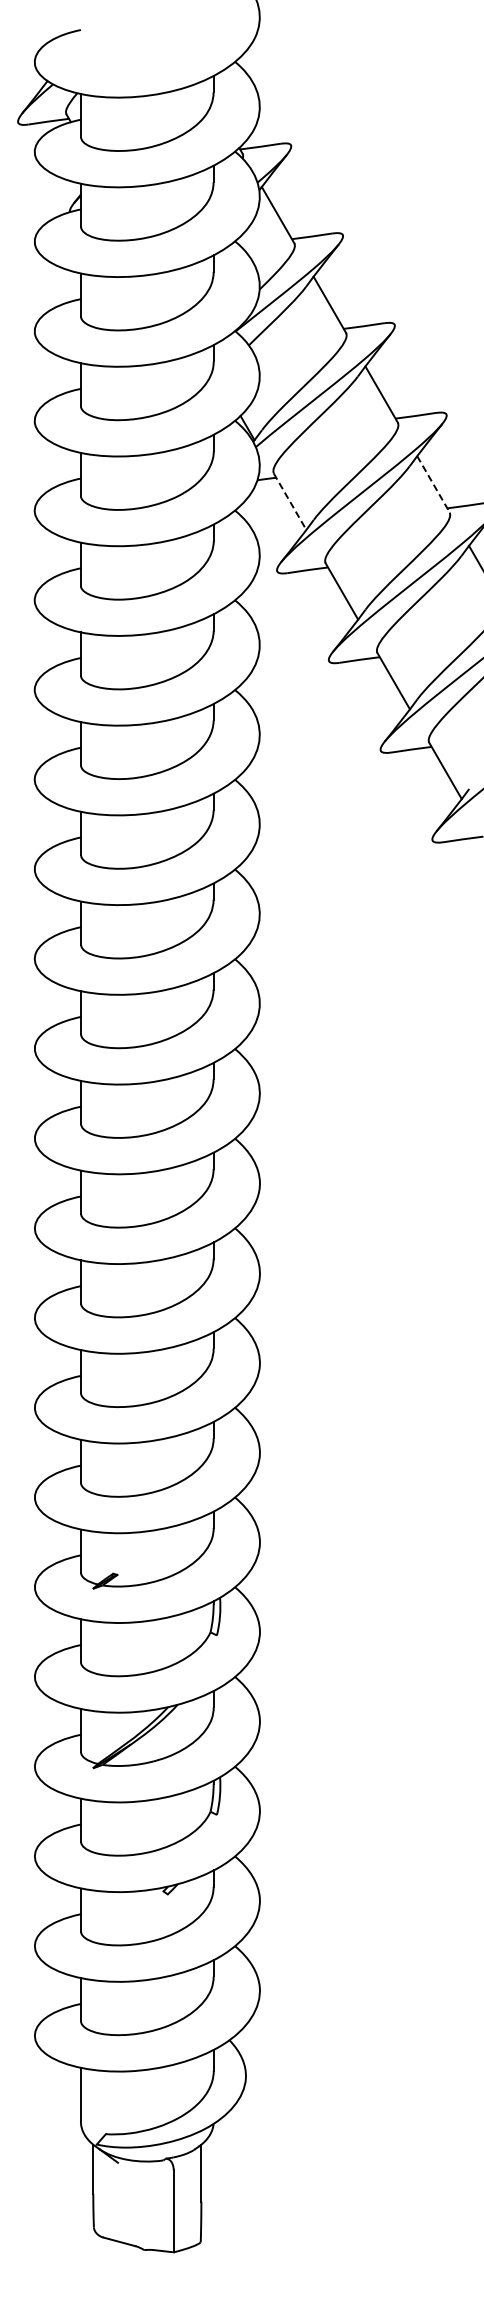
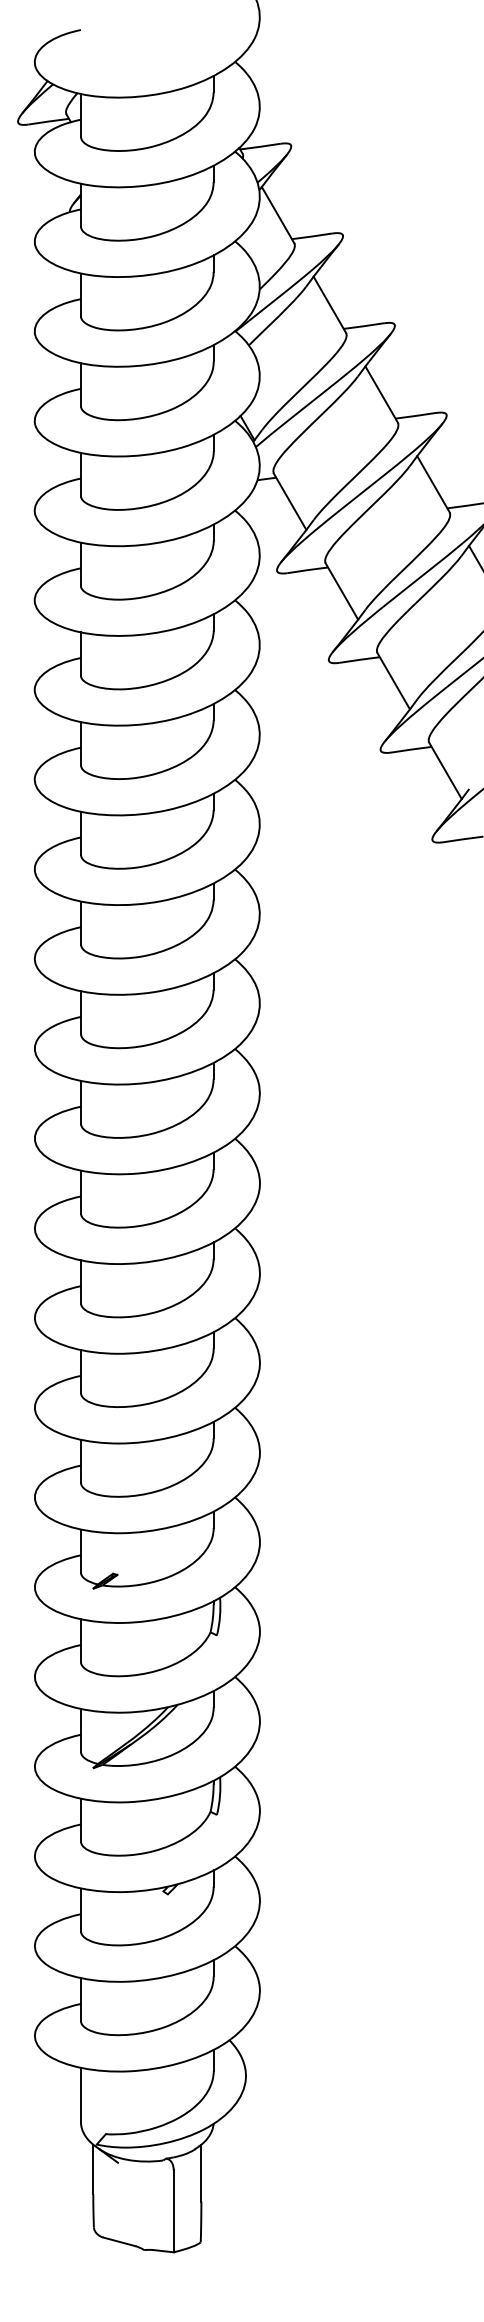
line at (433, 484): dashed -> solid
line at (290, 501): dashed -> solid
